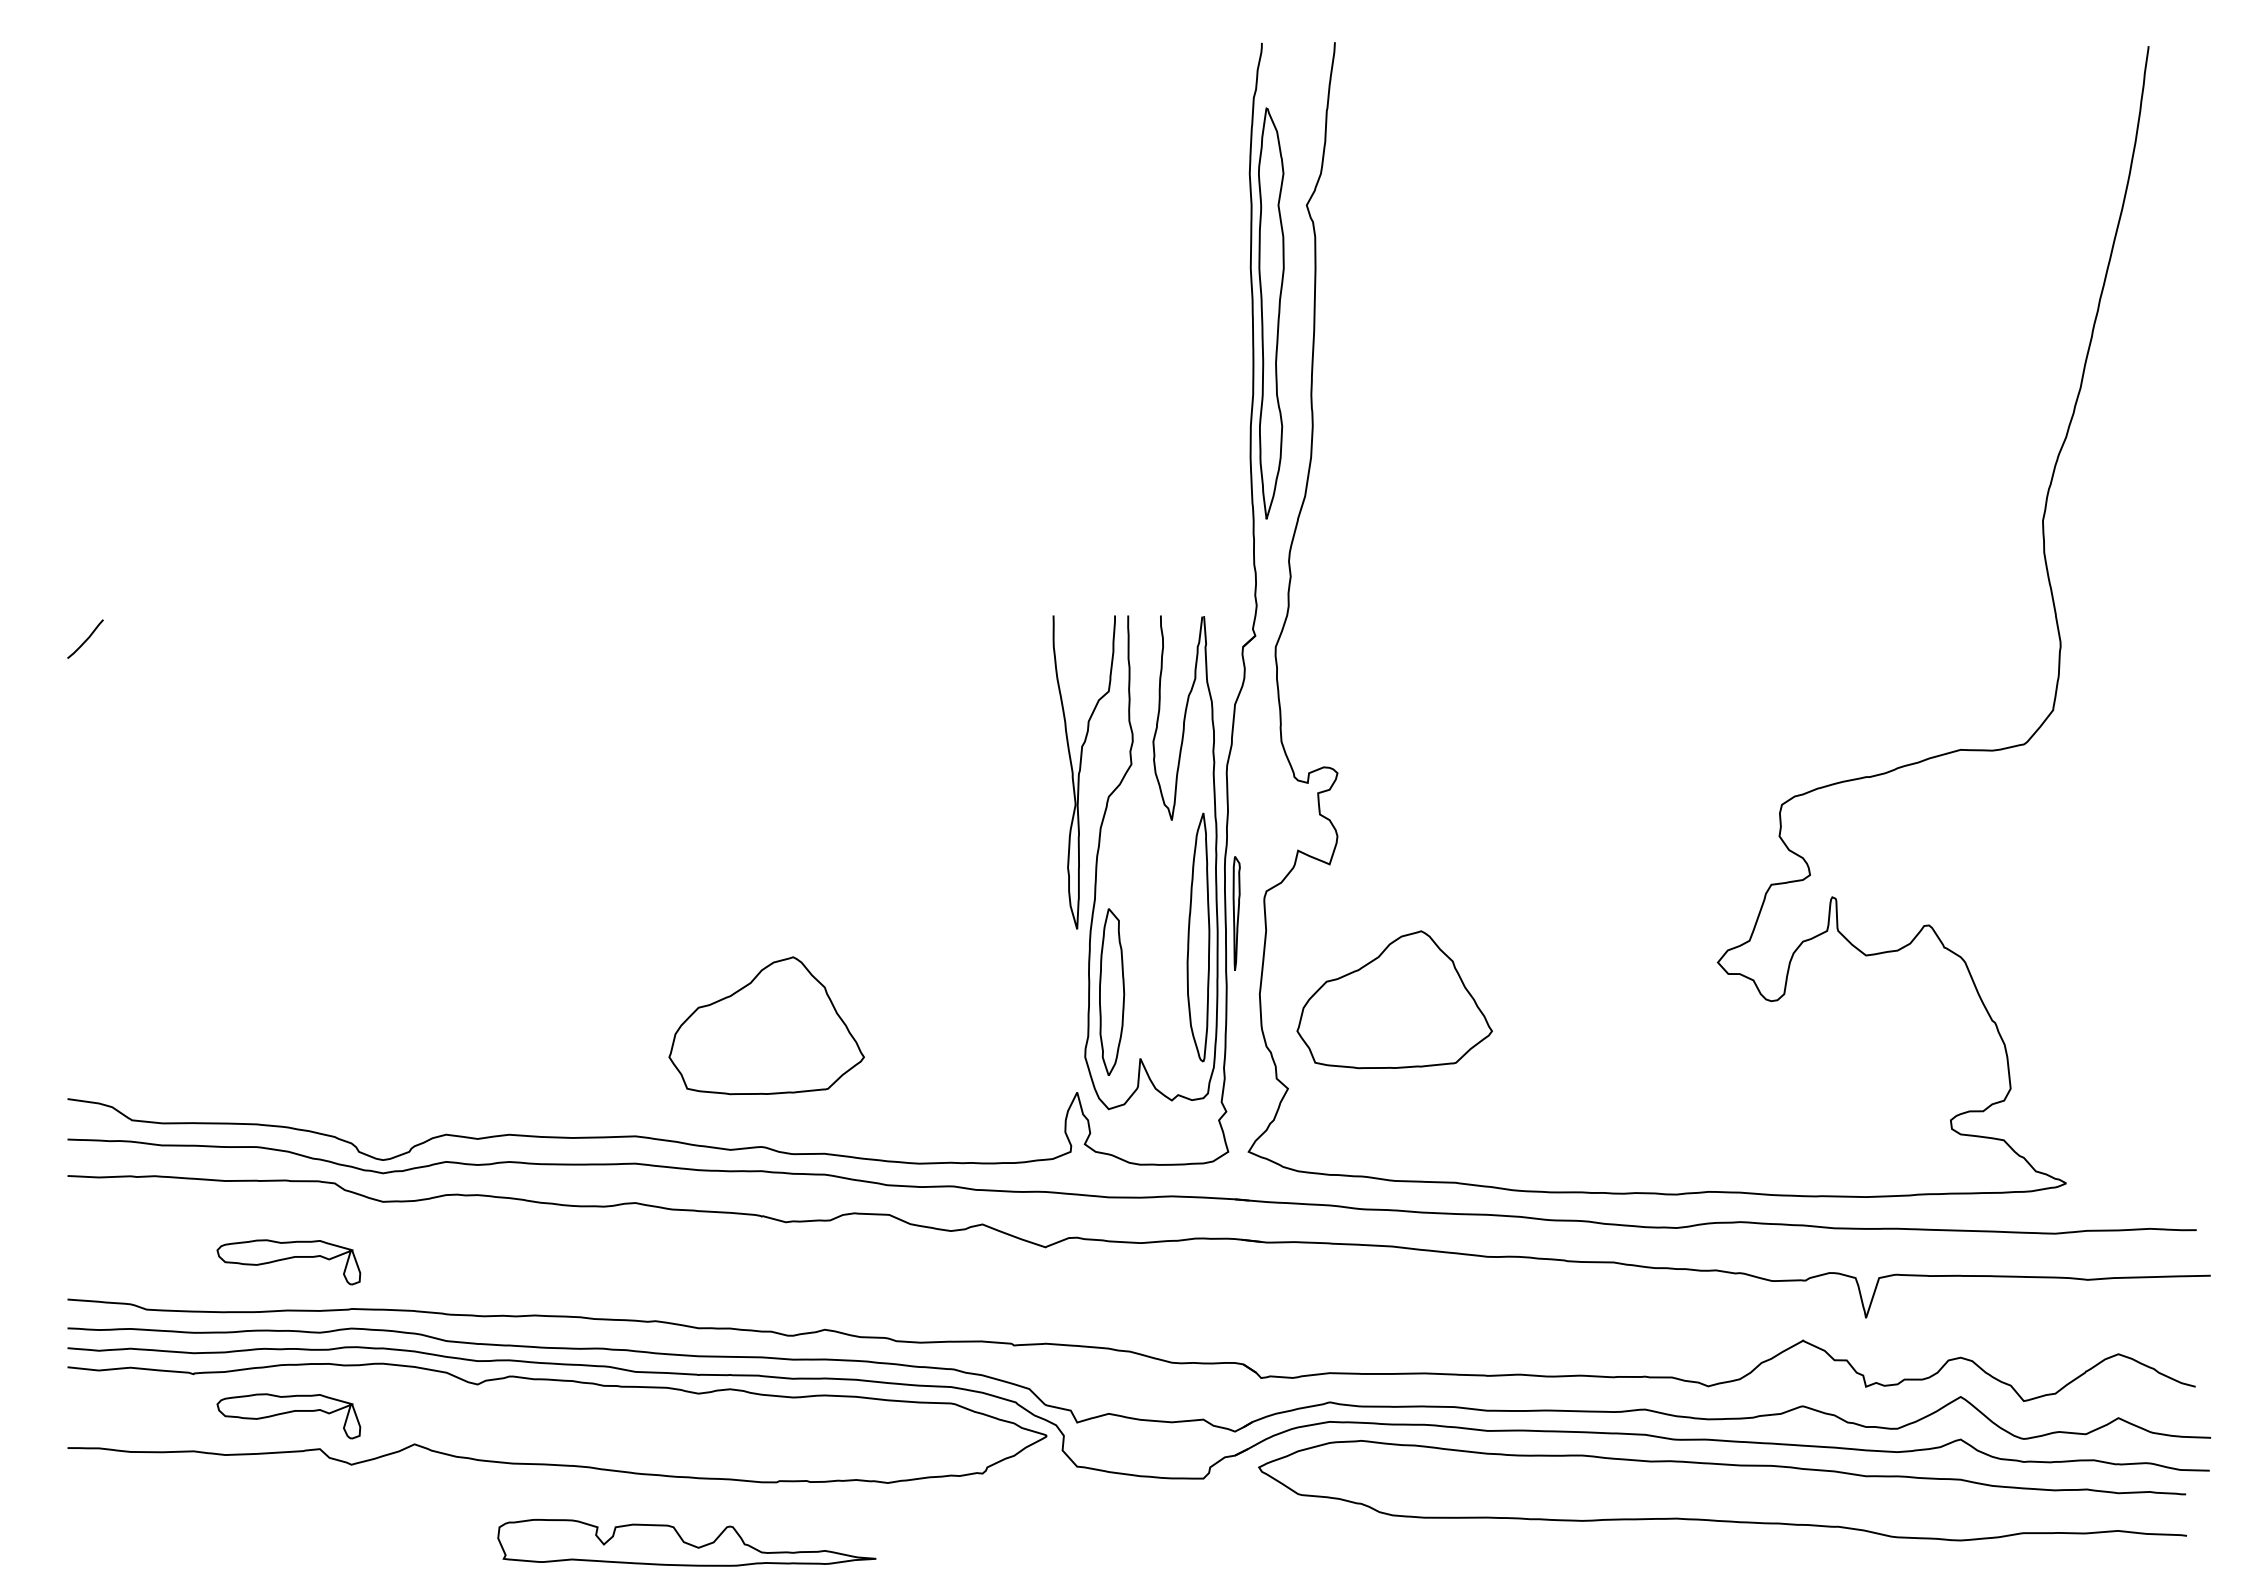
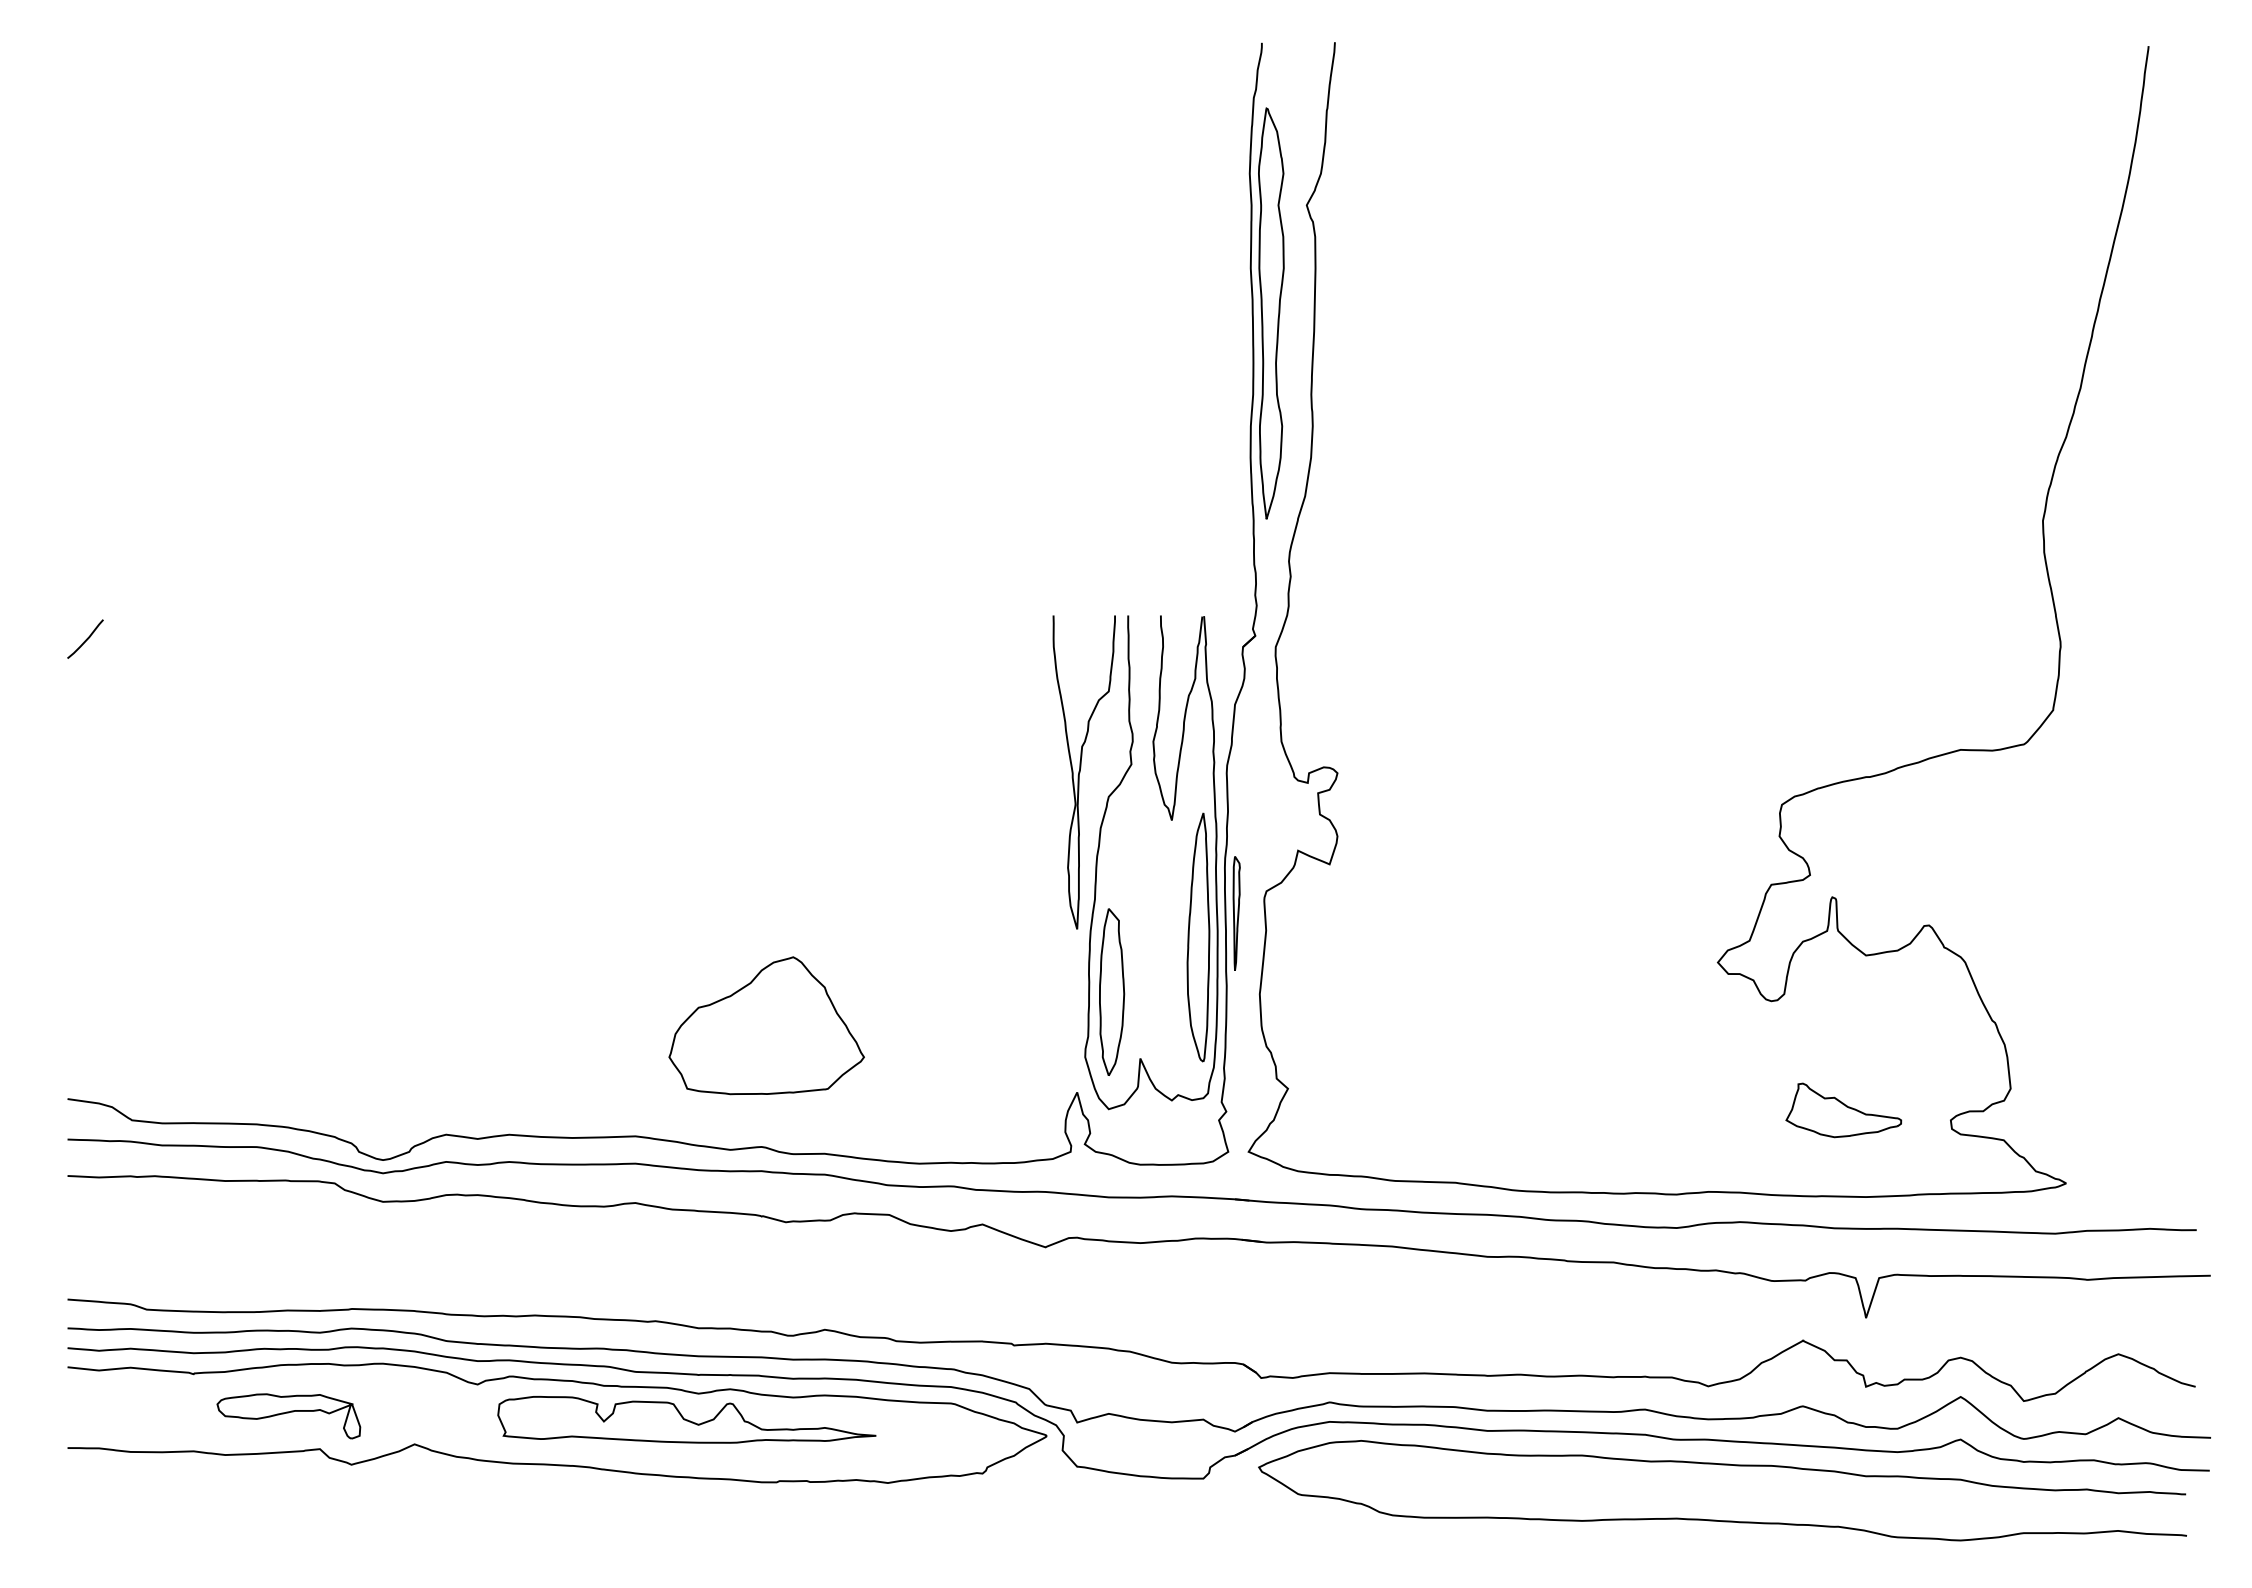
part at (1394, 999): present -> none
part at (1843, 1110): none -> present
part at (288, 1262): present -> none
part at (686, 1542) position: (686, 1542) -> (686, 1419)
